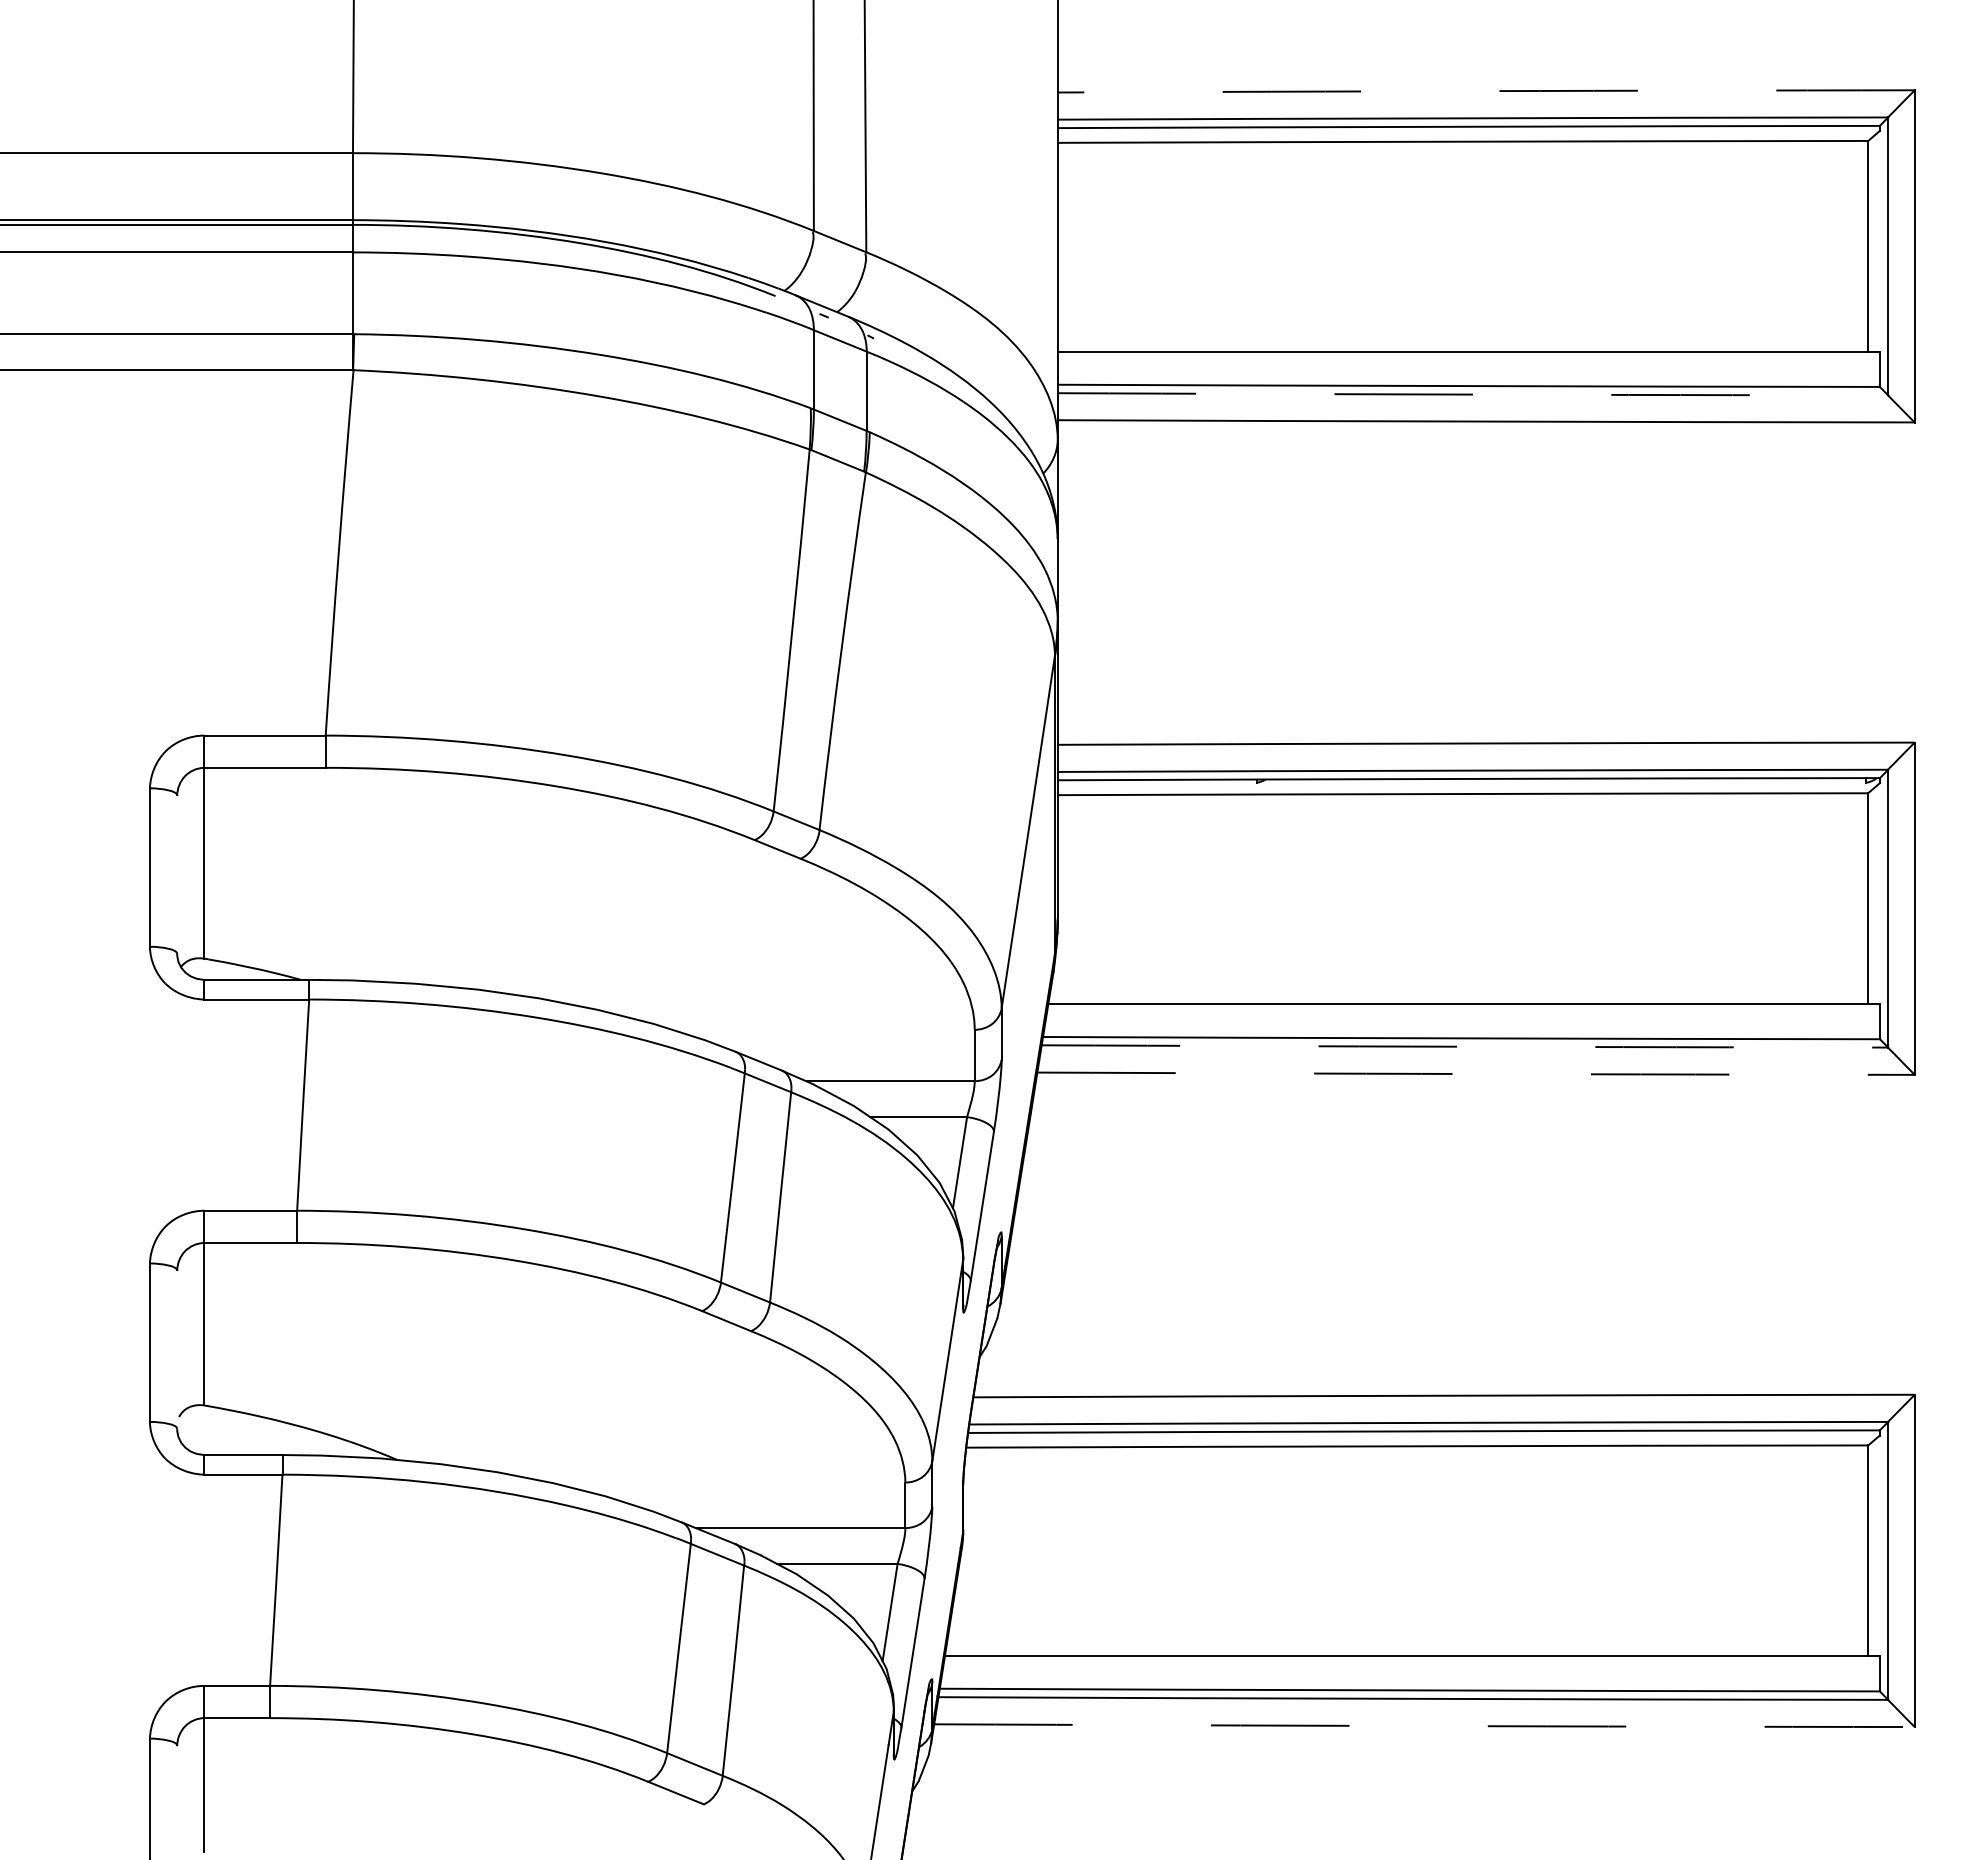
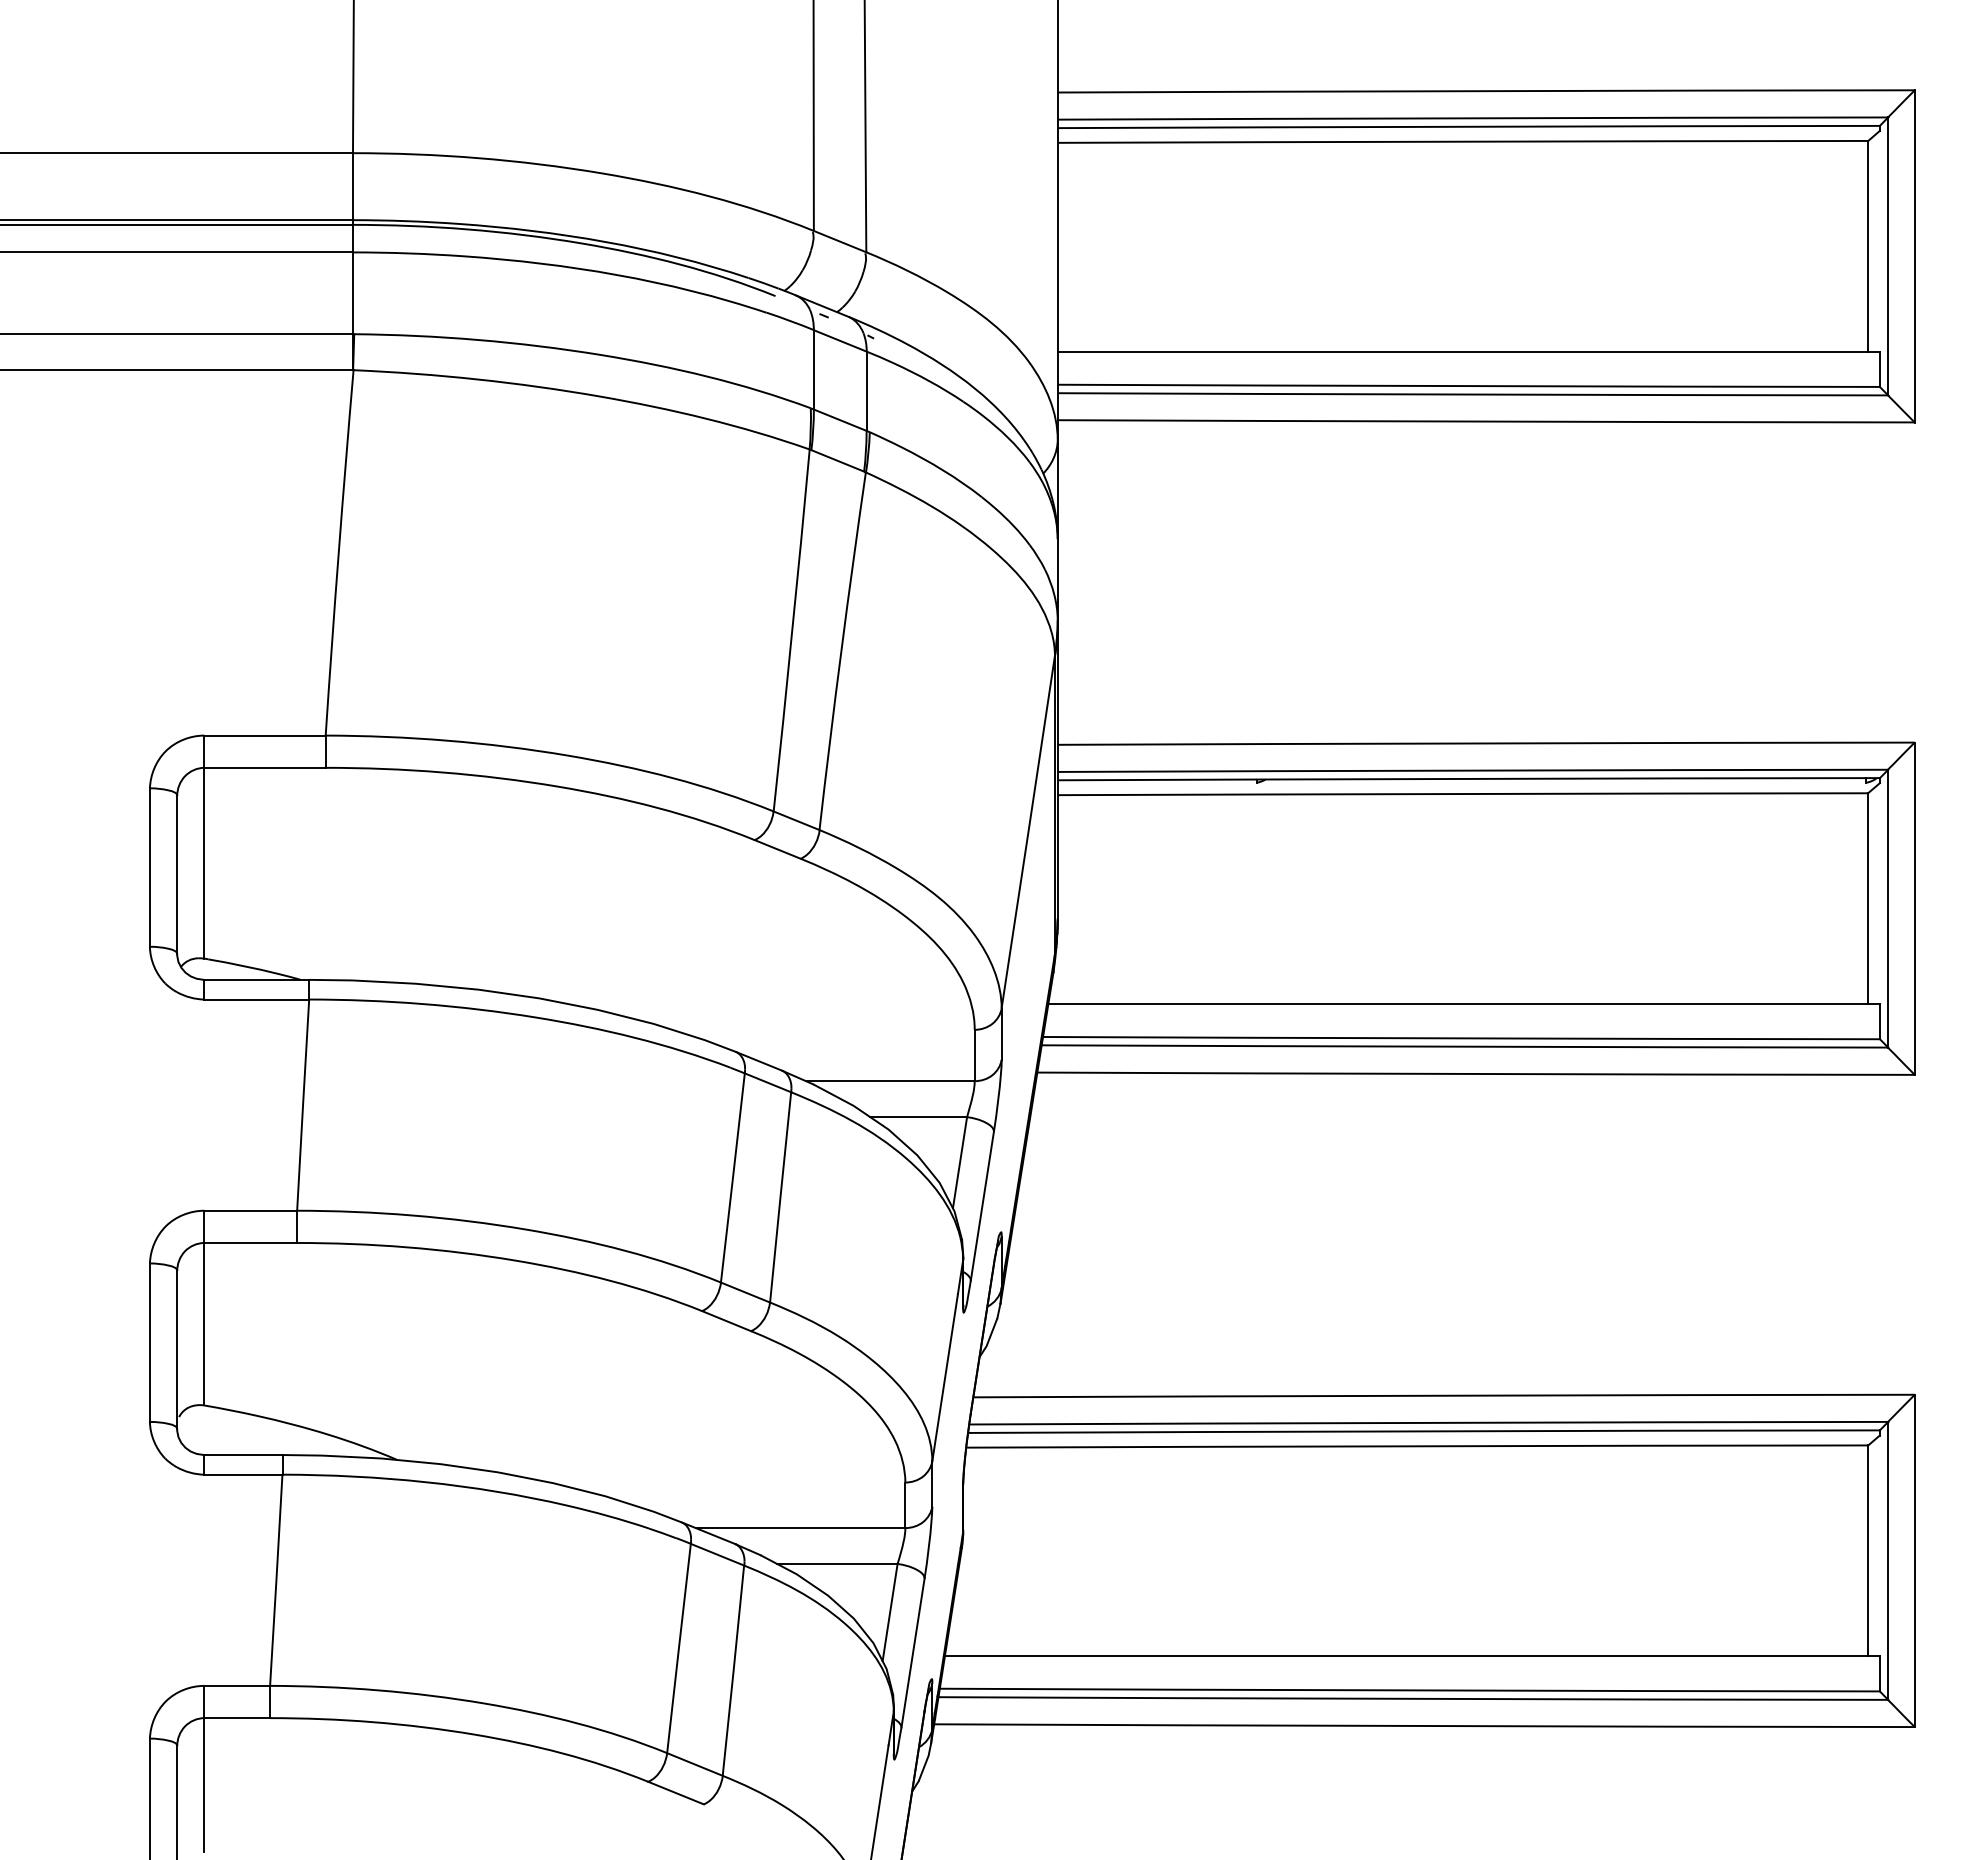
arc at (1486, 91): dashed -> solid
arc at (1472, 394): dashed -> solid
line at (177, 874): none -> present
arc at (1464, 1046): dashed -> solid
arc at (1476, 1074): dashed -> solid
line at (177, 1349): none -> present
arc at (1424, 1726): dashed -> solid
line at (177, 1801): none -> present
